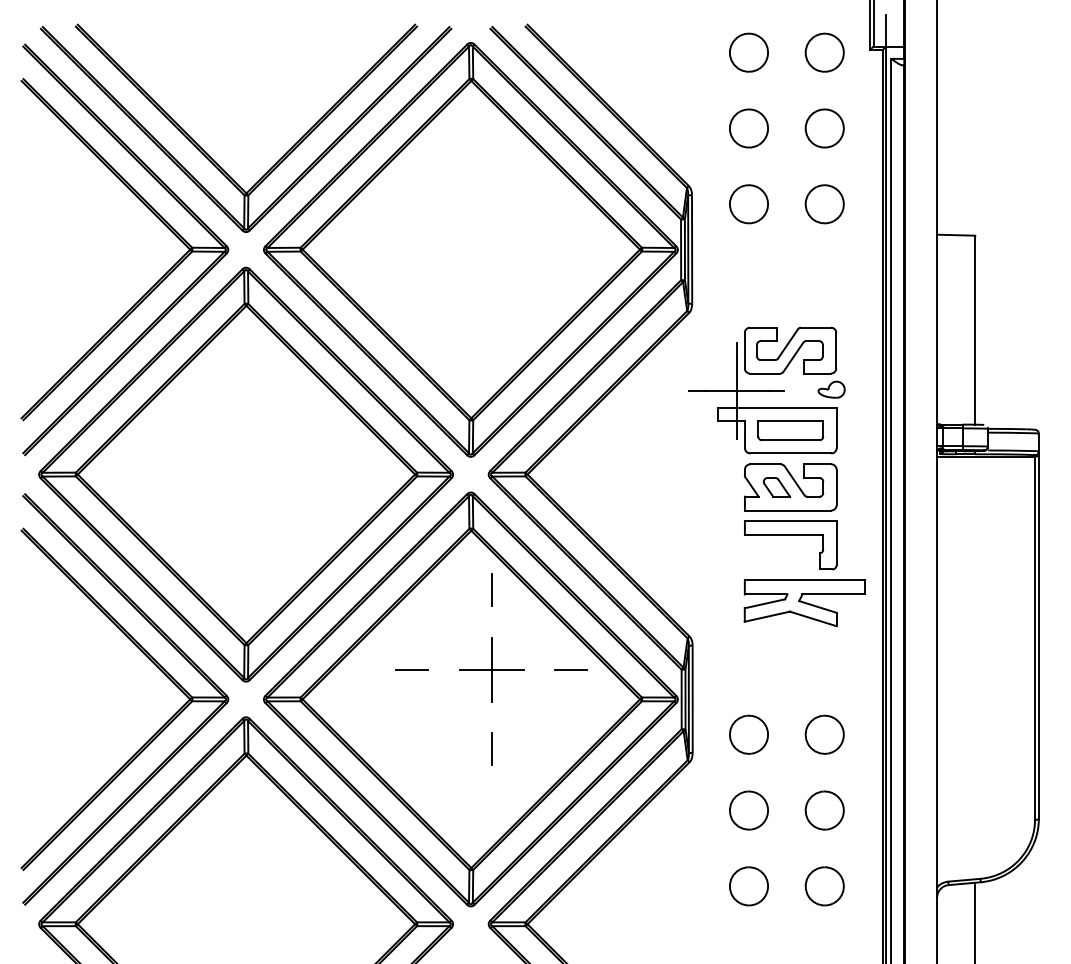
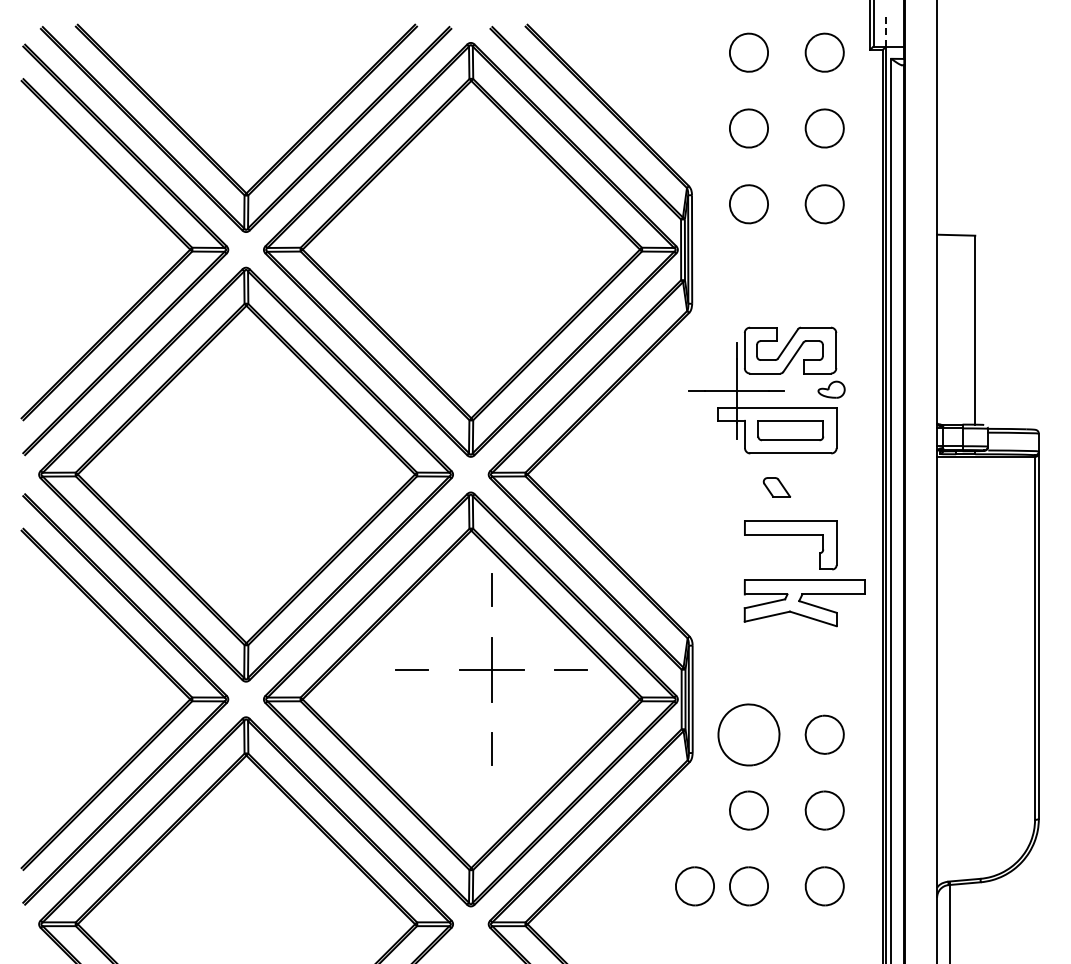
line at (886, 30): solid -> dashed
part at (790, 487): present -> none
part at (748, 734) size: 40x41 px -> 64x64 px
part at (694, 886): none -> present
line at (975, 921) position: (975, 921) -> (950, 921)
